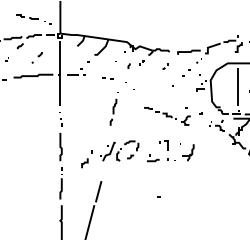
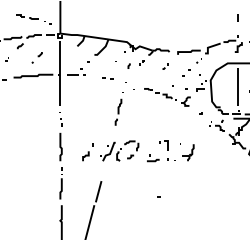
line at (237, 17): none -> present
part at (113, 108) position: (113, 108) -> (118, 108)
part at (167, 116) position: (167, 116) -> (167, 97)
part at (86, 159) position: (86, 159) -> (87, 152)
